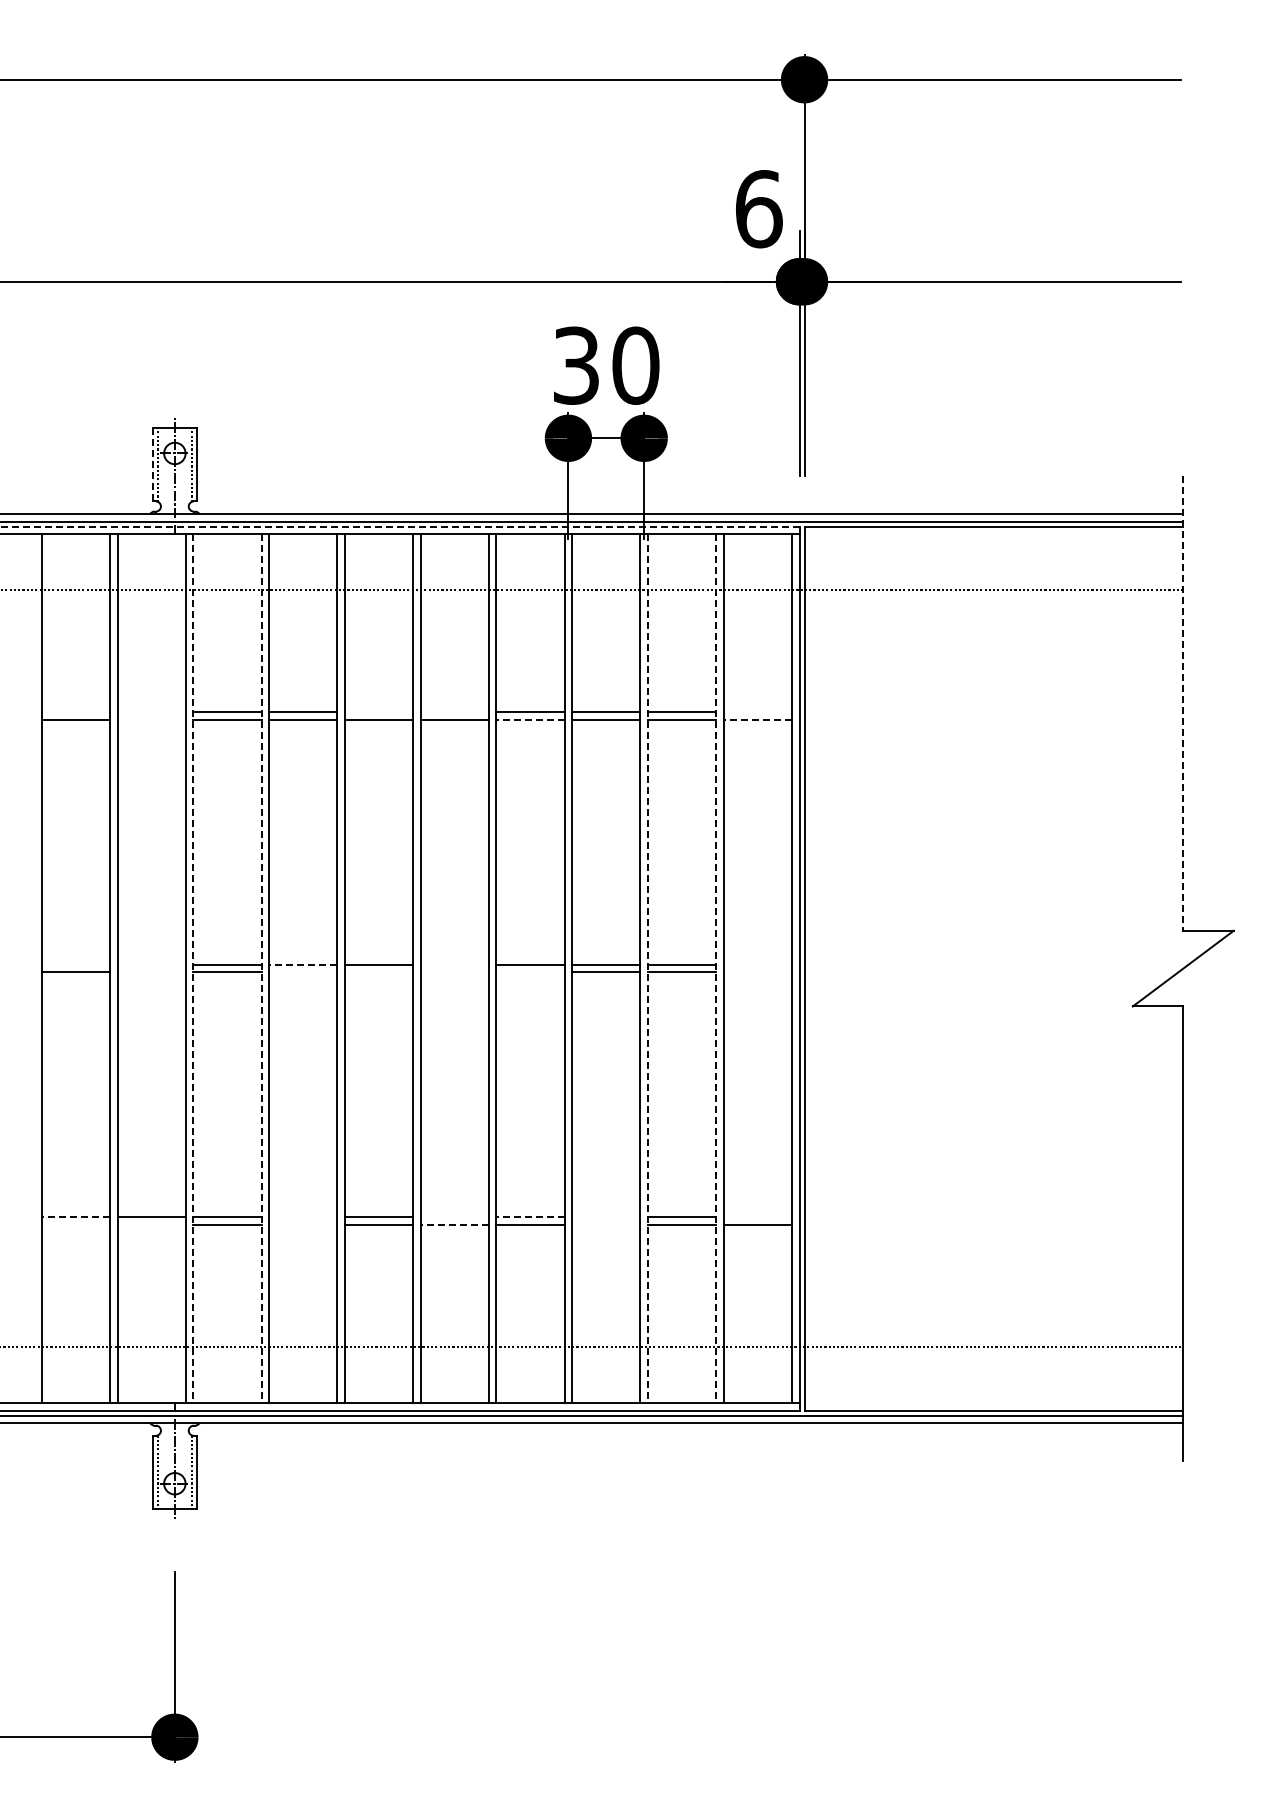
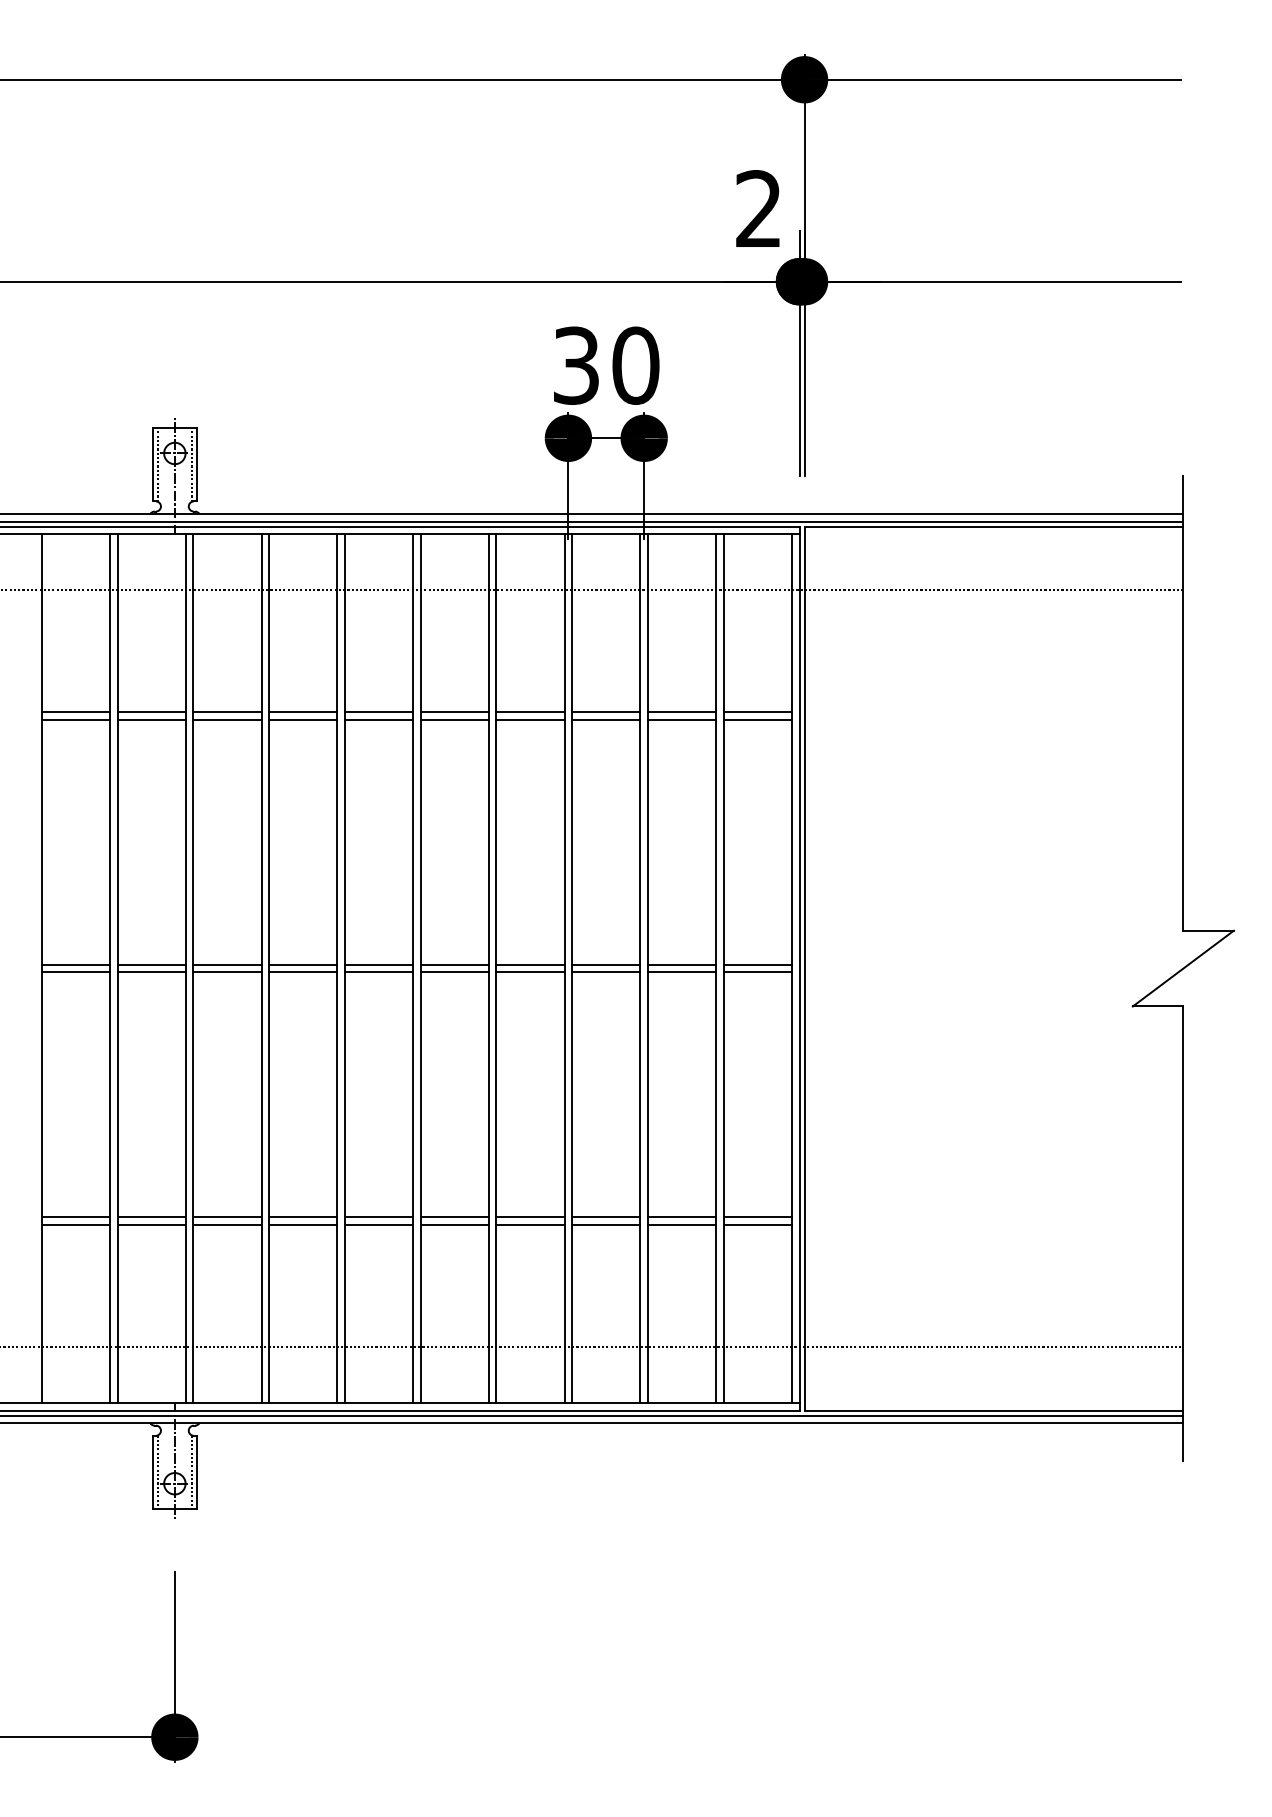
text at (759, 209): 6 -> 2
line at (152, 464): dashed -> solid
line at (399, 526): dashed -> solid
line at (1183, 703): dashed -> solid
line at (75, 712): none -> present
line at (151, 712): none -> present
line at (378, 712): none -> present
line at (454, 712): none -> present
line at (757, 712): none -> present
line at (151, 719): none -> present
line at (530, 719): dashed -> solid
line at (757, 719): dashed -> solid
line at (75, 964): none -> present
line at (151, 964): none -> present
line at (302, 964): dashed -> solid
line at (454, 964): none -> present
line at (757, 964): none -> present
line at (193, 969): dashed -> solid
line at (261, 969): dashed -> solid
line at (647, 969): dashed -> solid
line at (716, 969): dashed -> solid
line at (151, 972): none -> present
line at (303, 972): none -> present
line at (378, 972): none -> present
line at (454, 972): none -> present
line at (530, 972): none -> present
line at (757, 972): none -> present
line at (75, 1217): dashed -> solid
line at (303, 1217): none -> present
line at (454, 1217): none -> present
line at (530, 1217): dashed -> solid
line at (606, 1217): none -> present
line at (757, 1217): none -> present
line at (75, 1224): none -> present
line at (151, 1224): none -> present
line at (303, 1224): none -> present
line at (454, 1224): dashed -> solid
line at (606, 1224): none -> present
